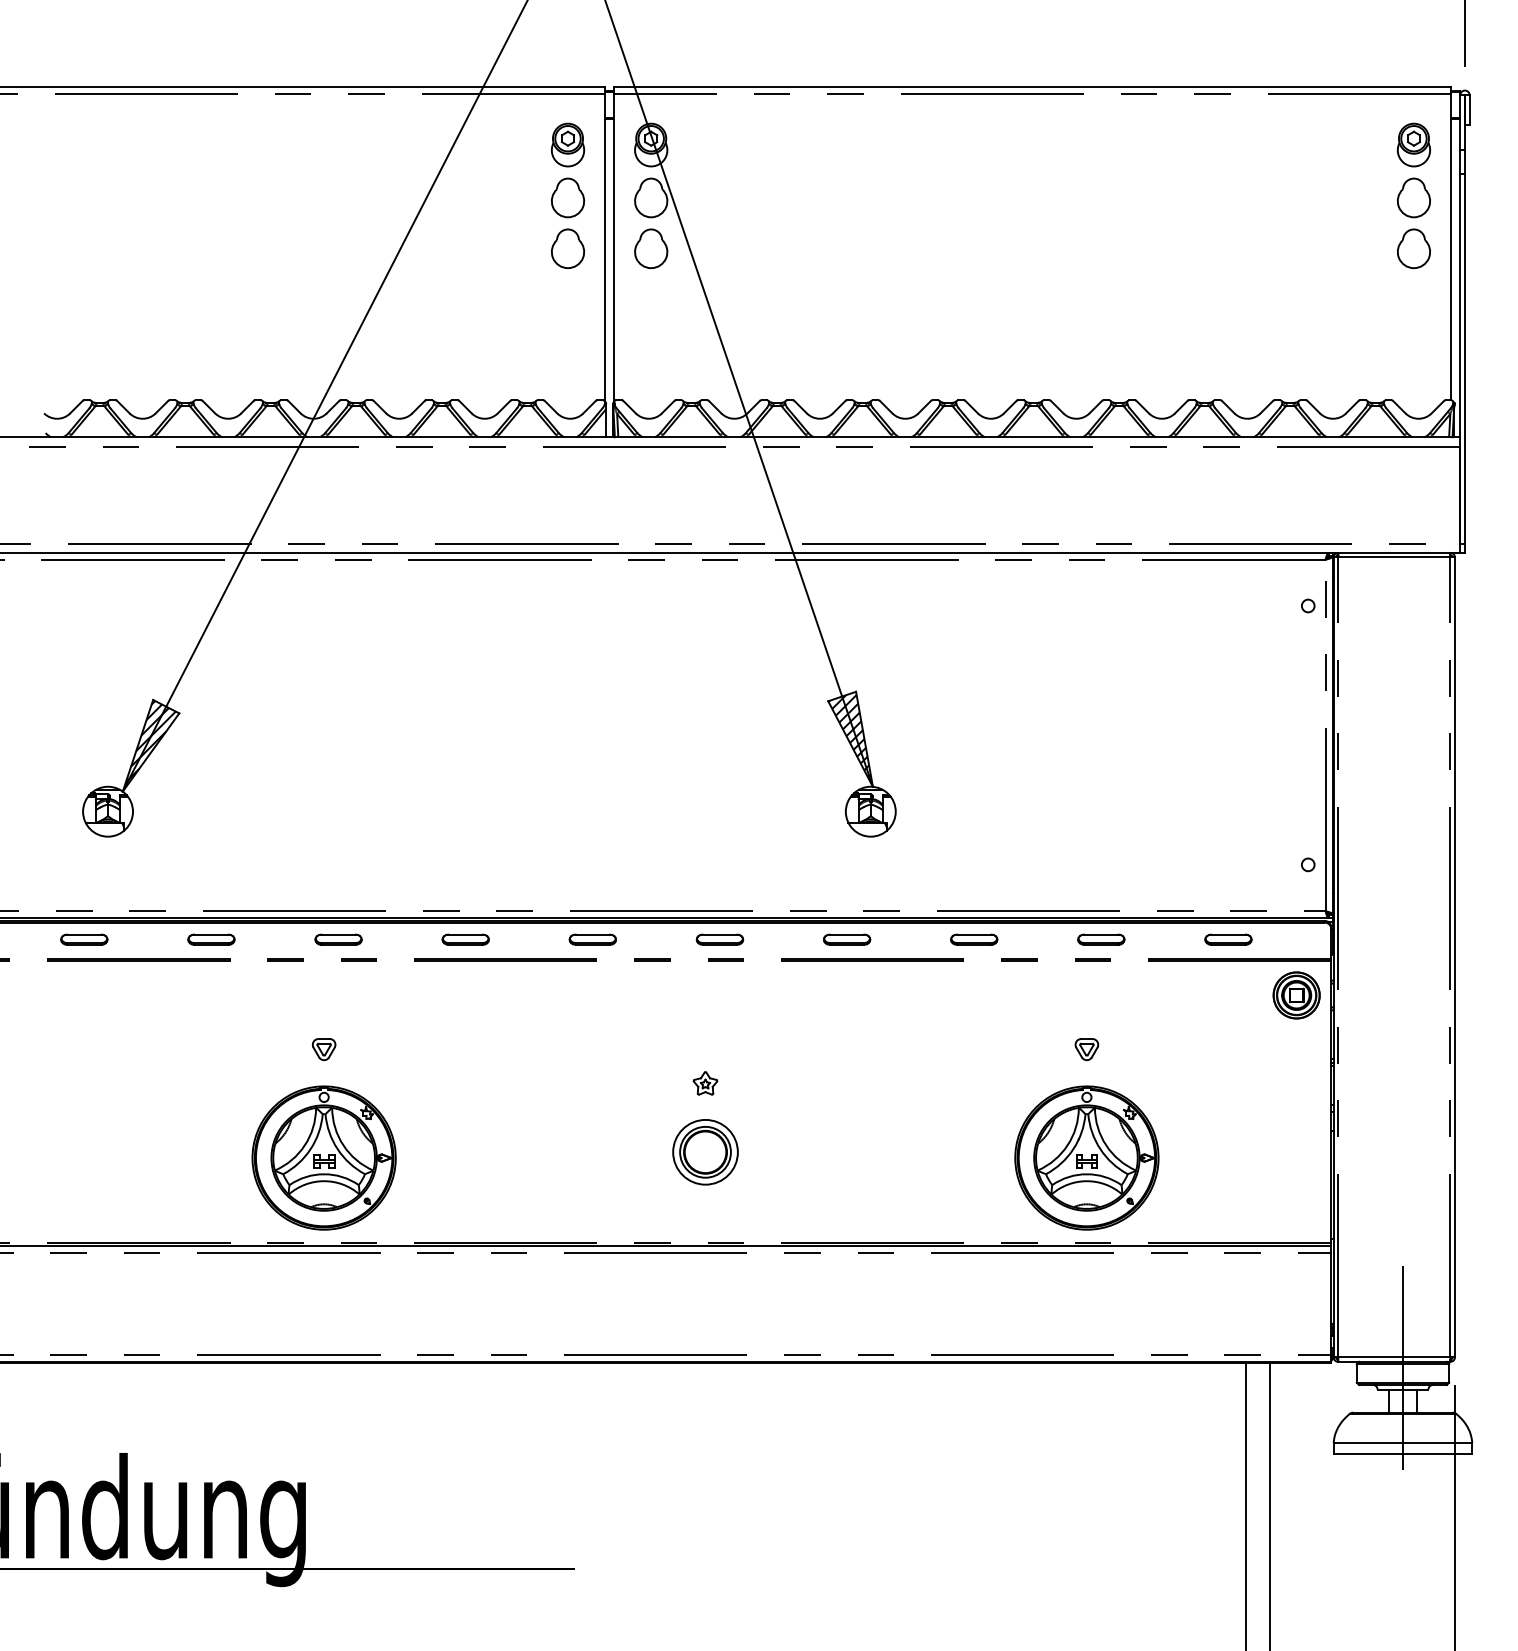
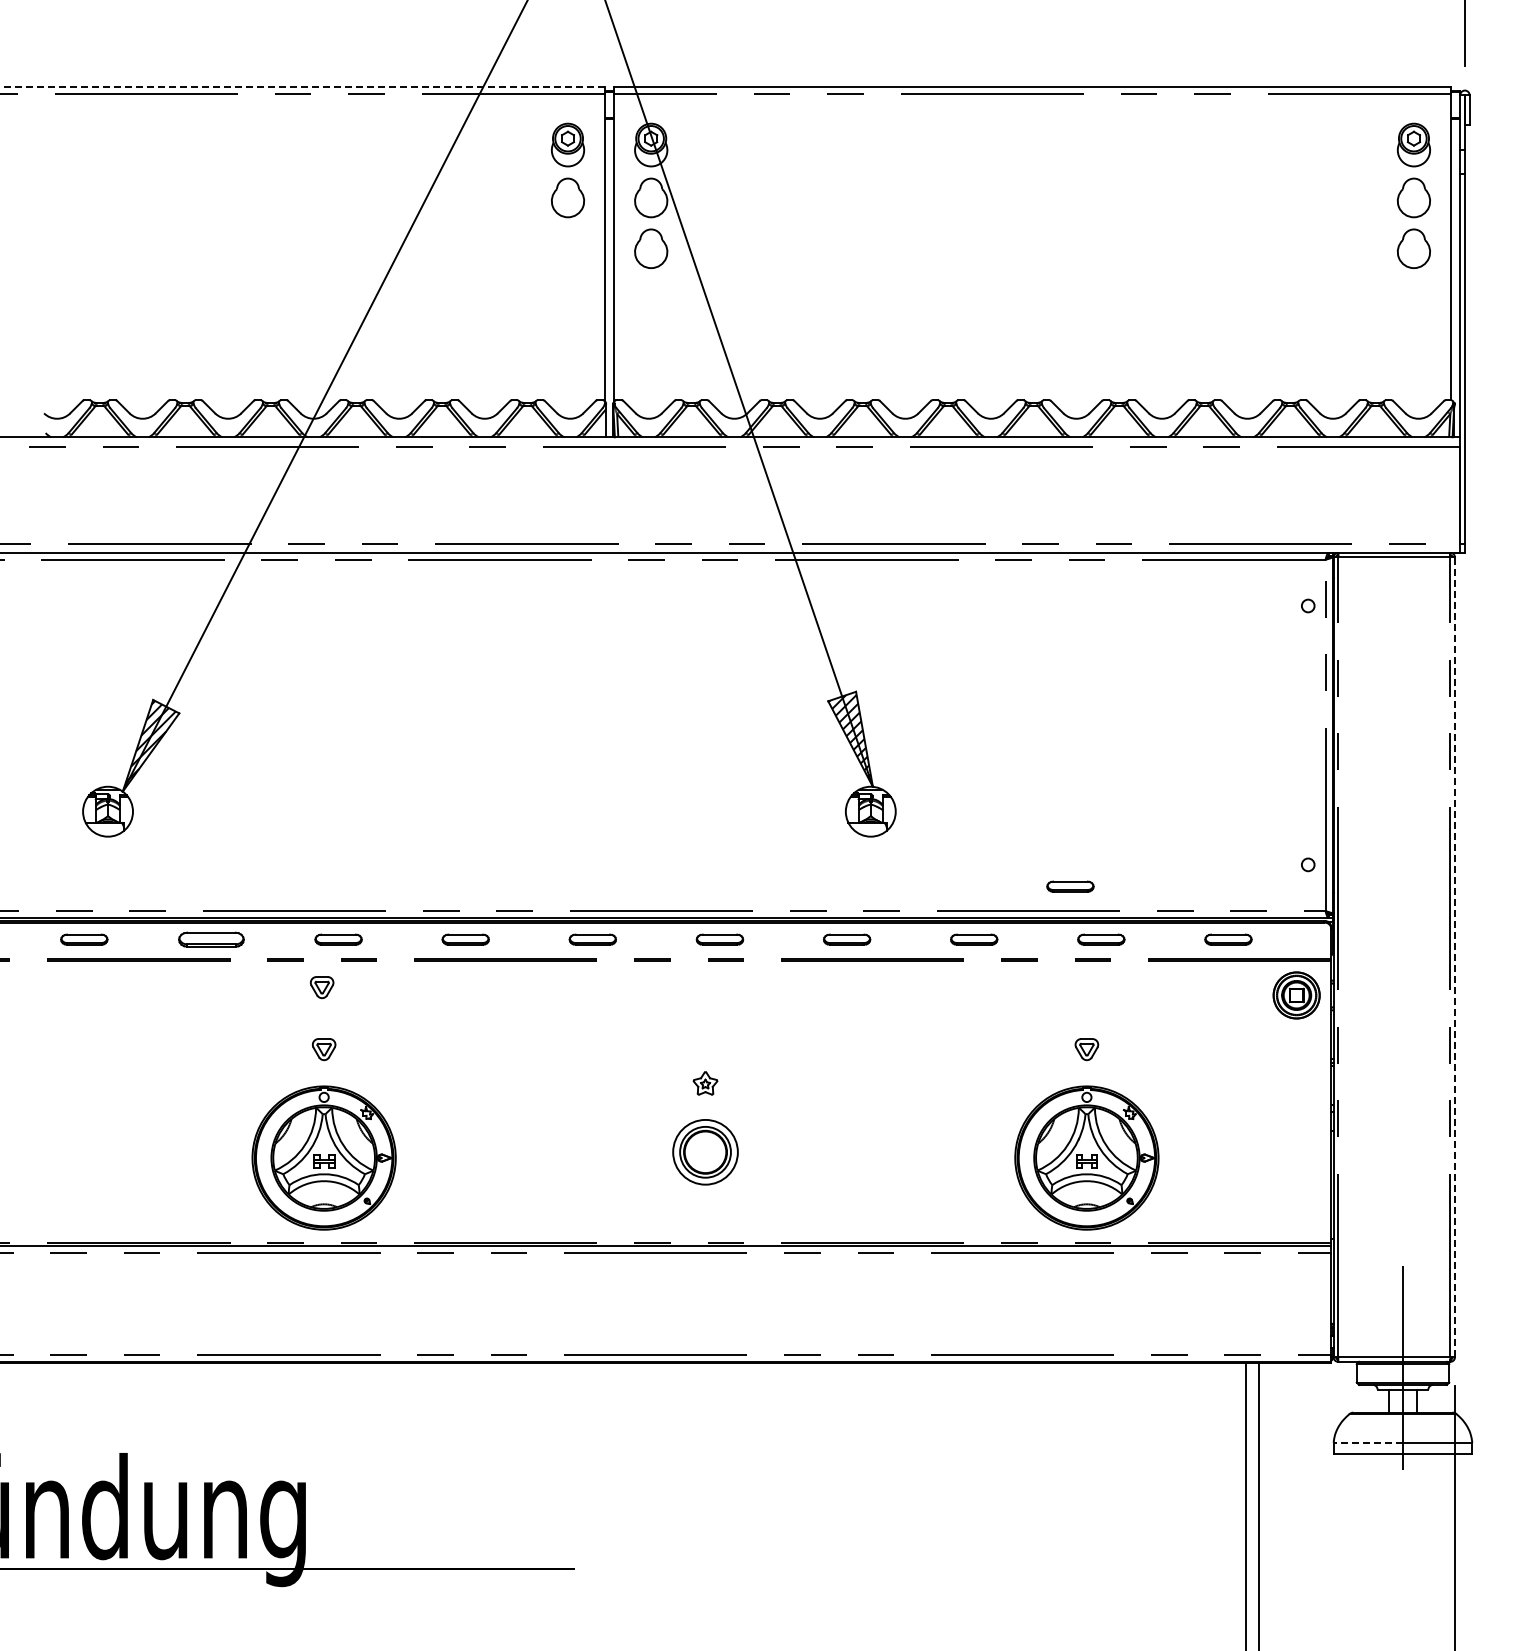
line at (302, 86): solid -> dashed
part at (568, 248): present -> none
part at (1070, 886): none -> present
part at (211, 939) size: 49x13 px -> 67x17 px
line at (1455, 957): solid -> dashed
part at (322, 987): none -> present
line at (1368, 1442): solid -> dashed
line at (1269, 1504) position: (1269, 1504) -> (1258, 1504)
